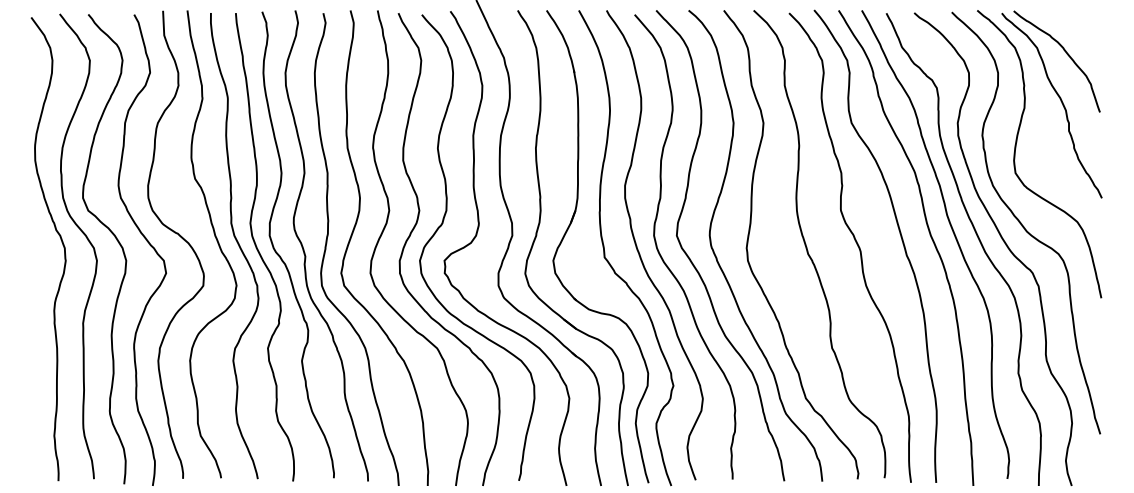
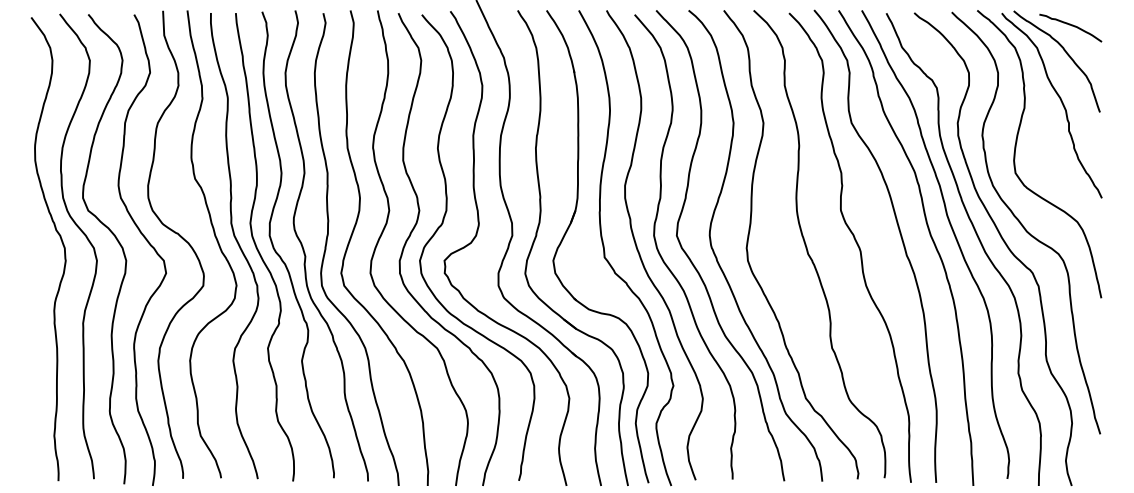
curve at (1071, 26): none -> present
